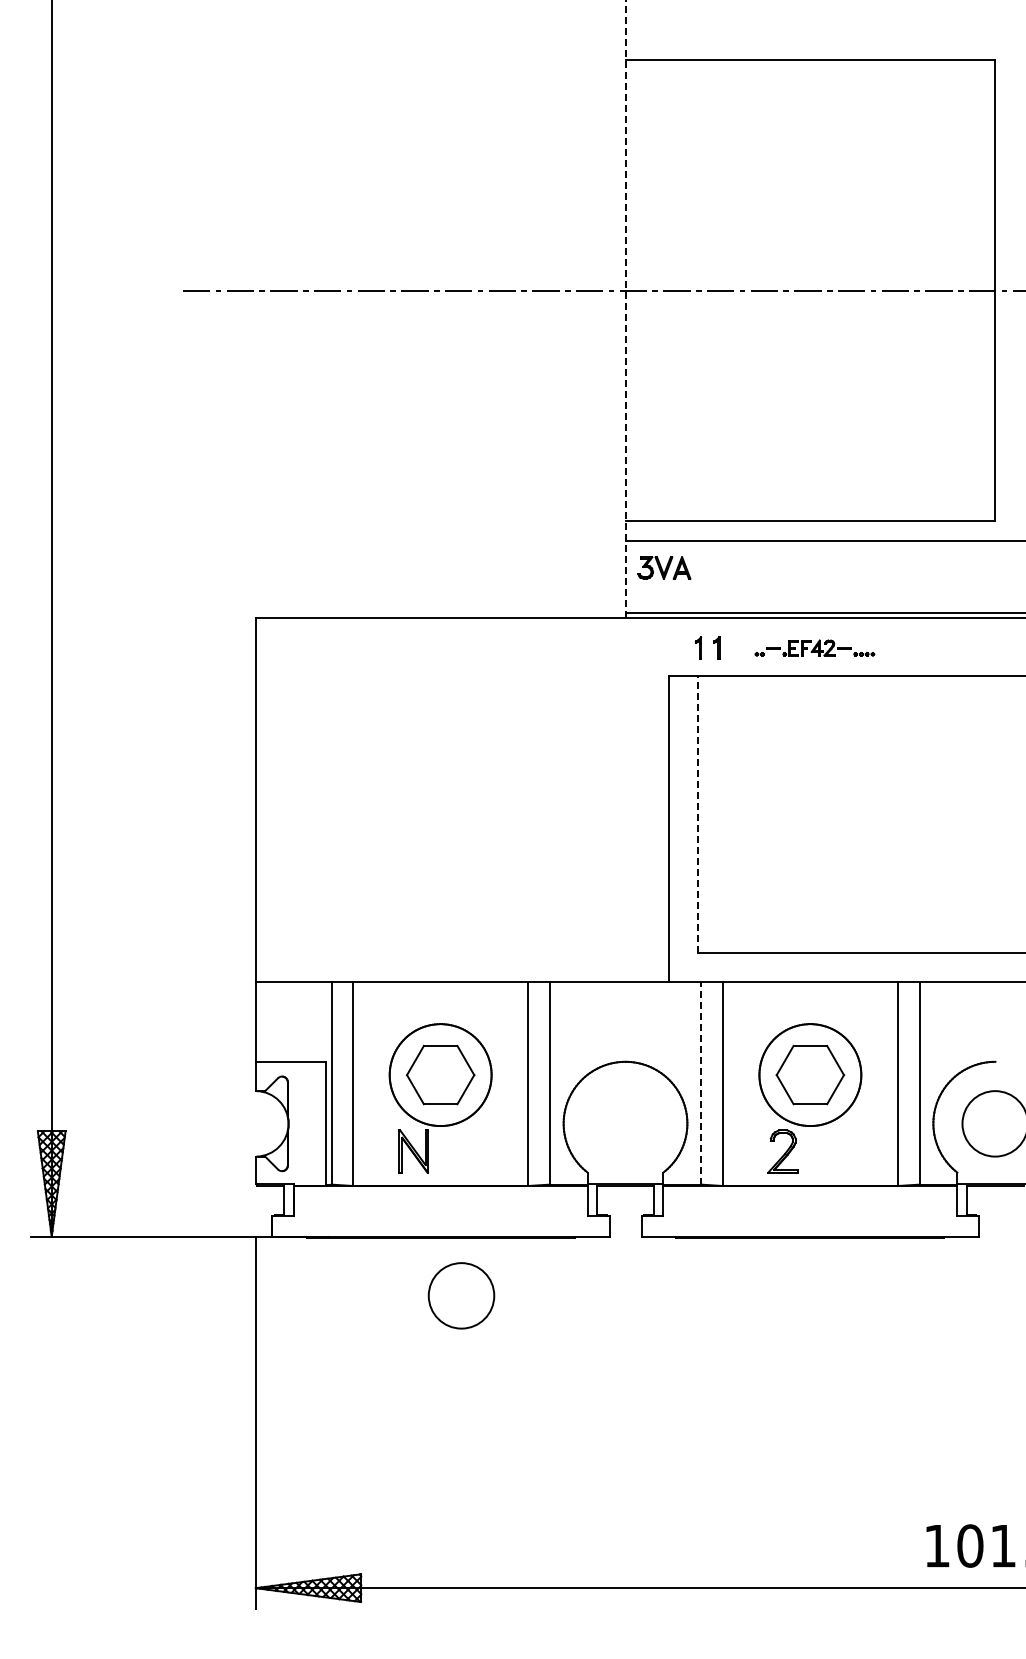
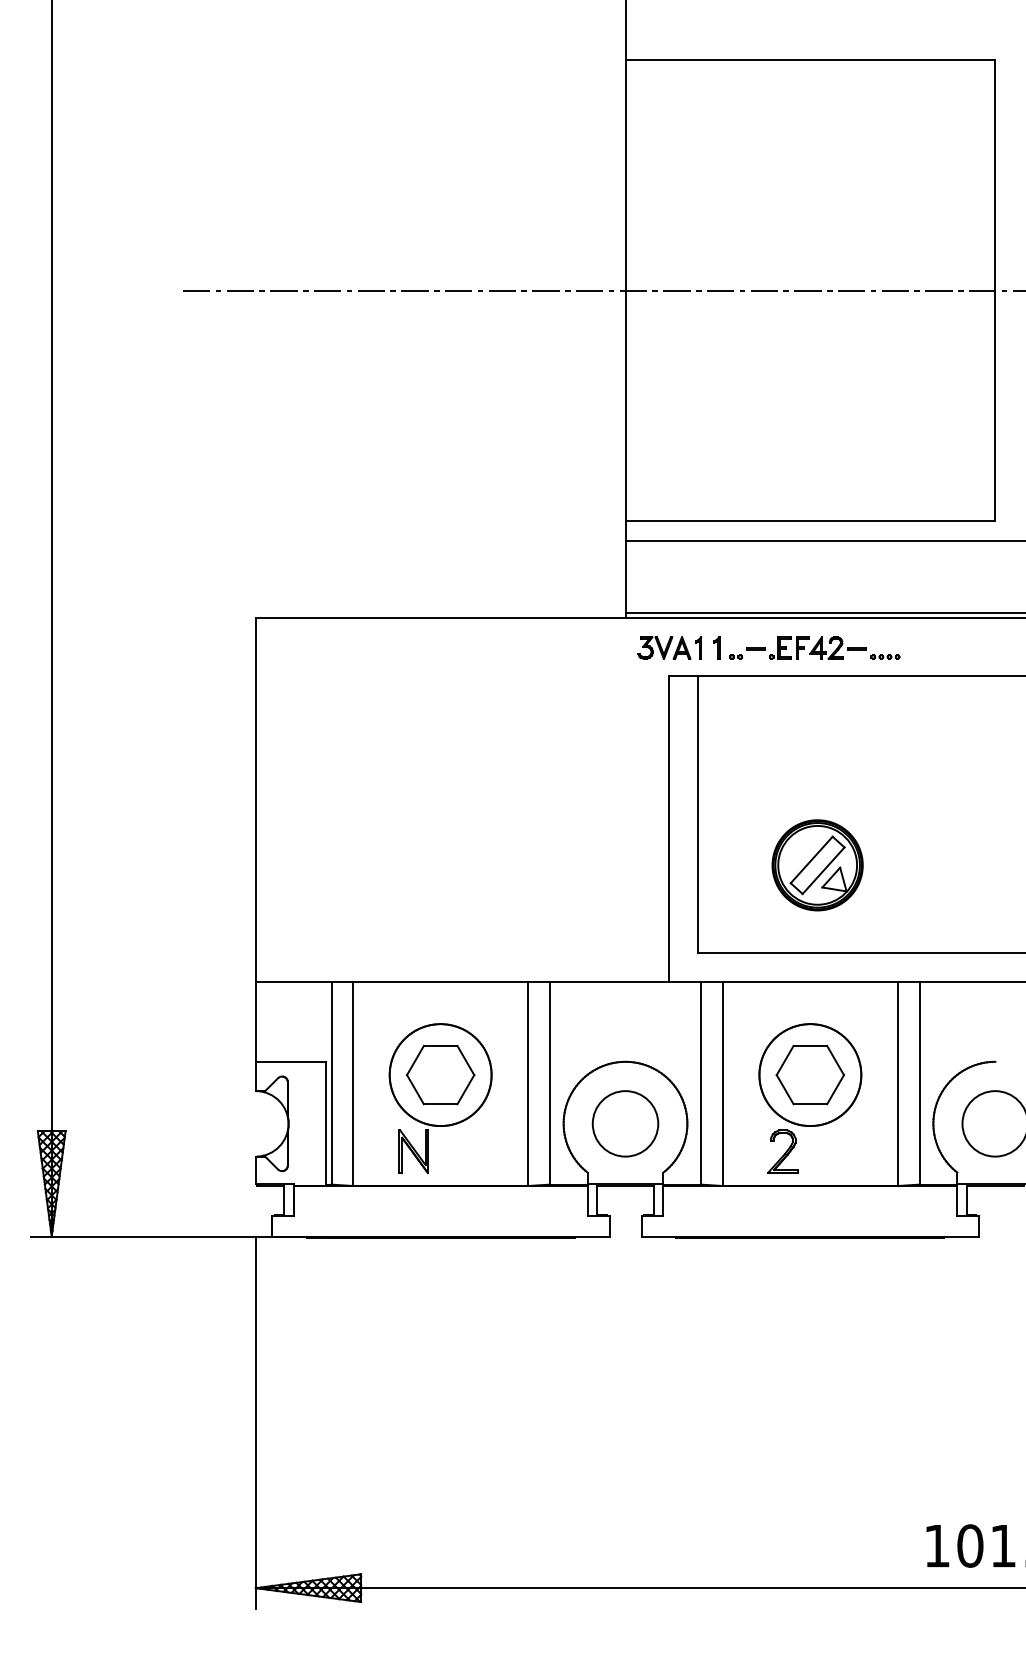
line at (625, 309): dashed -> solid
part at (664, 567) position: (664, 567) -> (664, 647)
part at (814, 647) size: 122x18 px -> 172x24 px
line at (698, 814): dashed -> solid
part at (817, 865): none -> present
line at (701, 1082): dashed -> solid
circle at (461, 1295) position: (461, 1295) -> (625, 1123)
